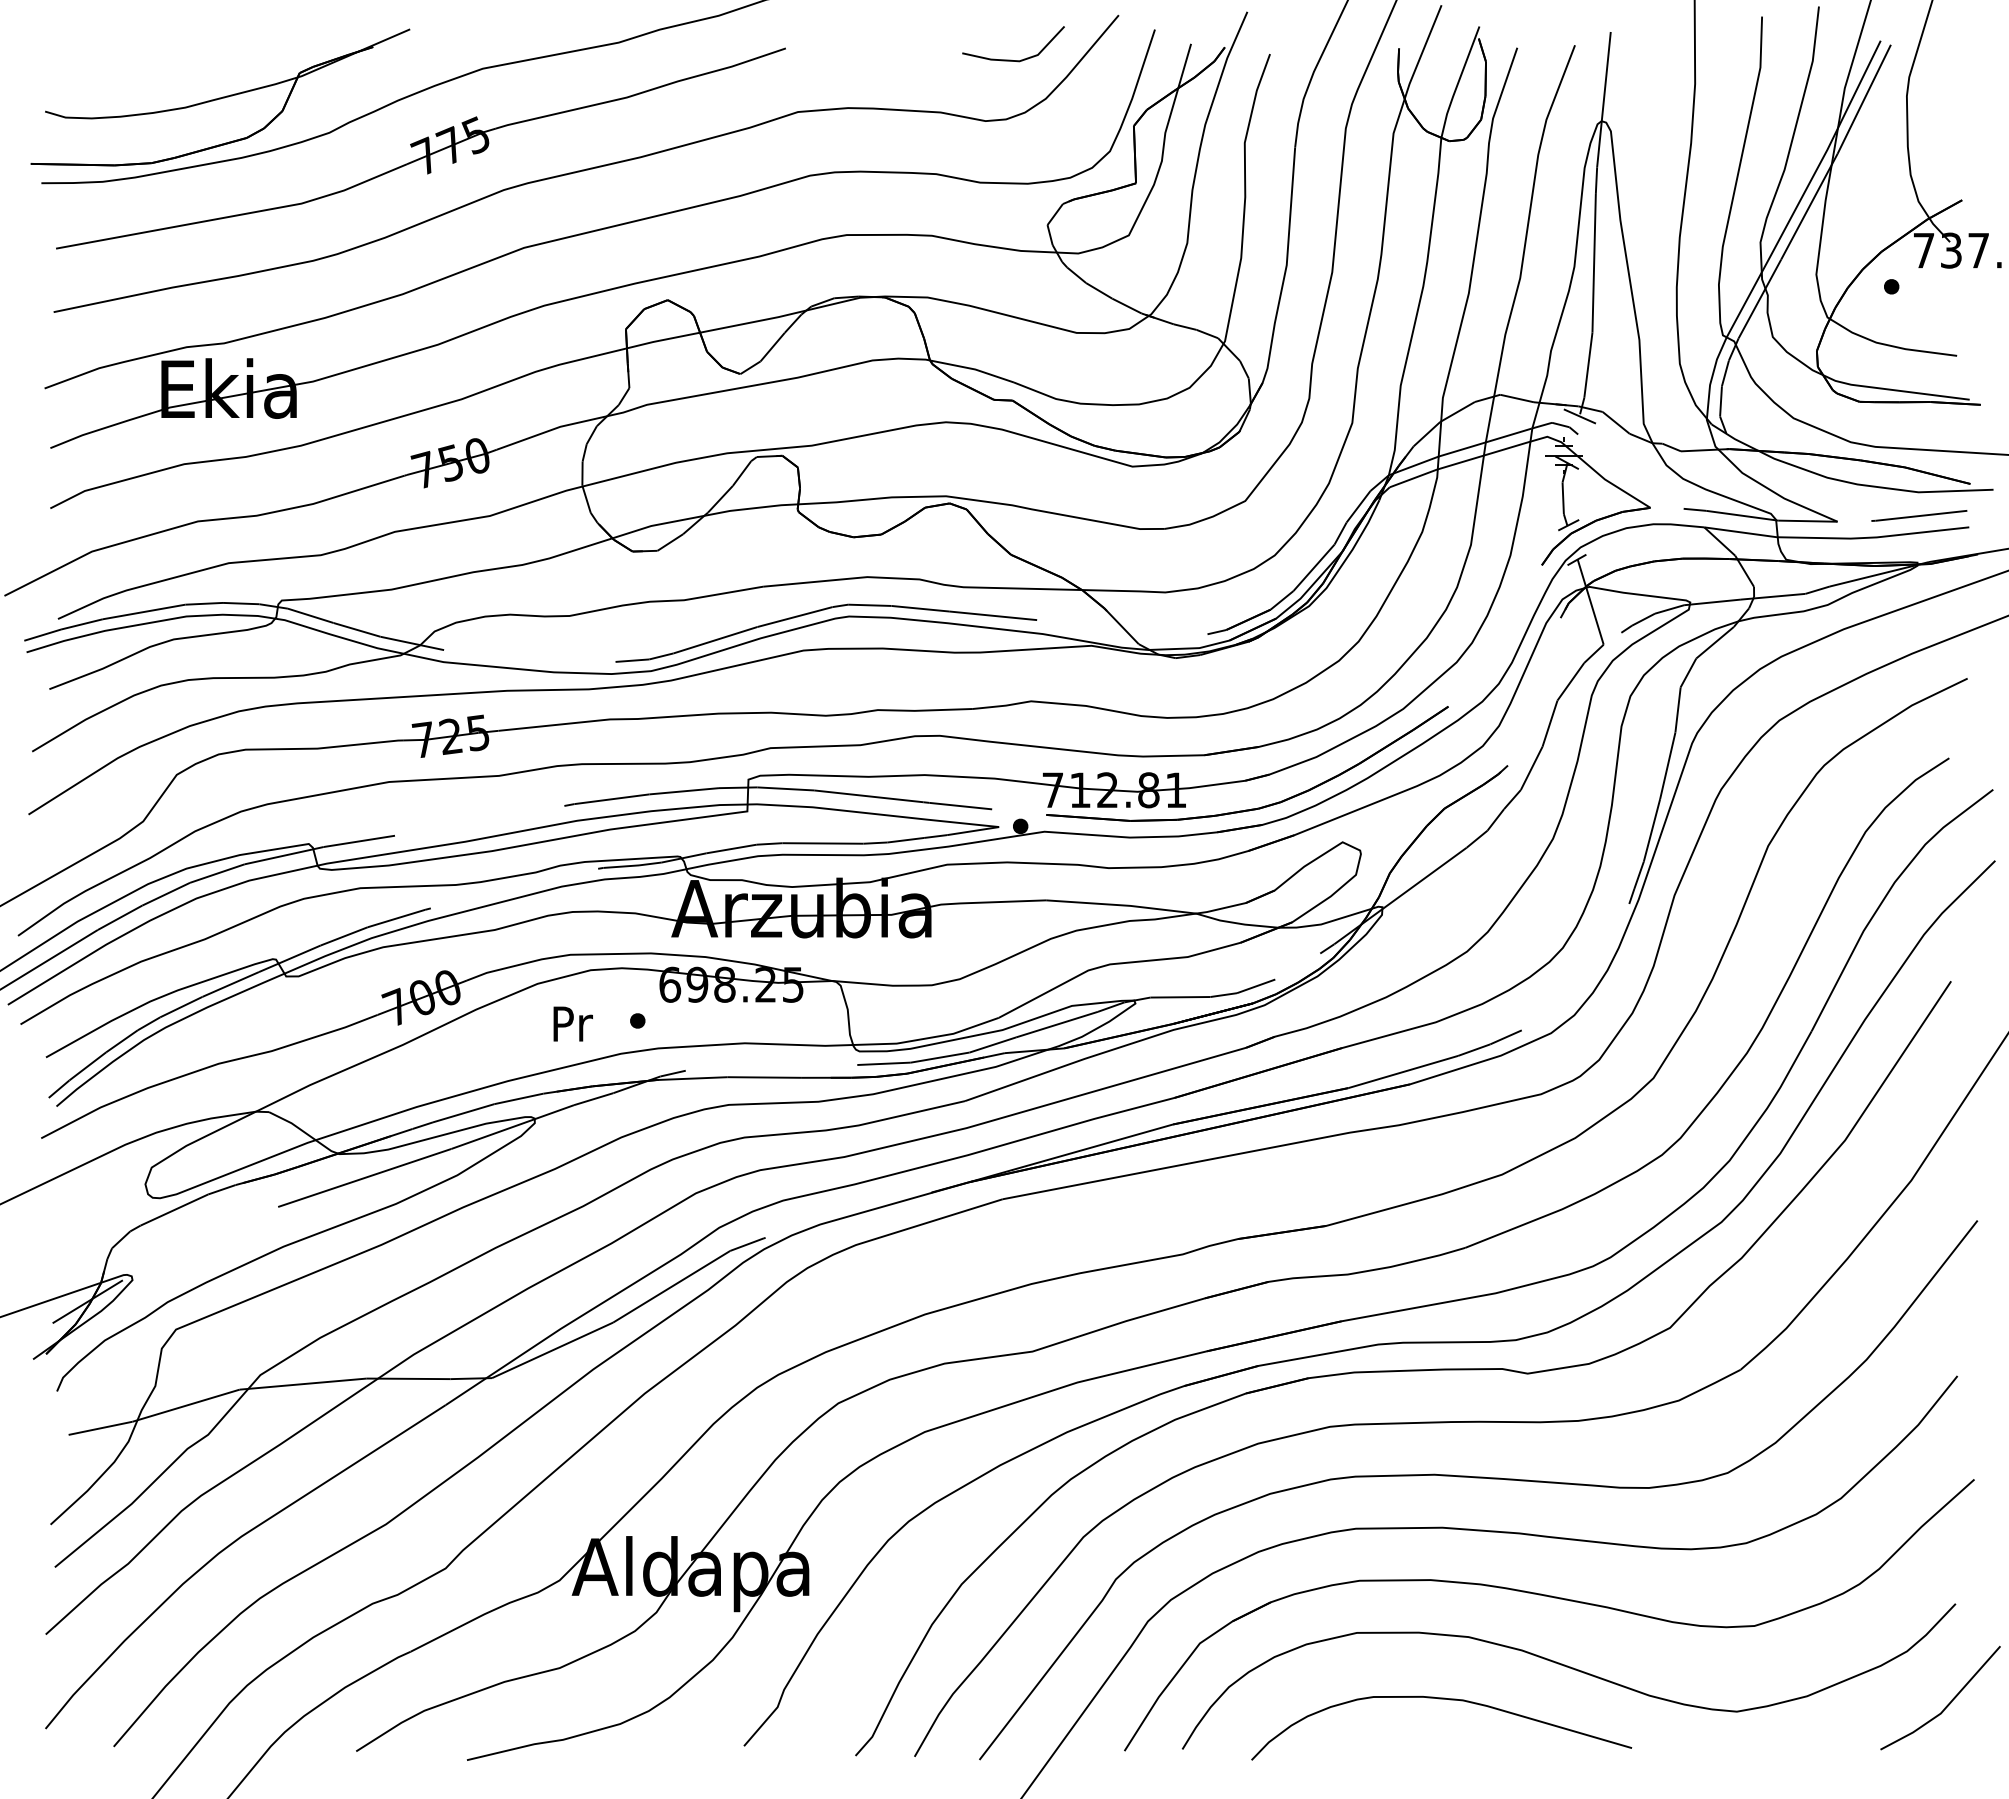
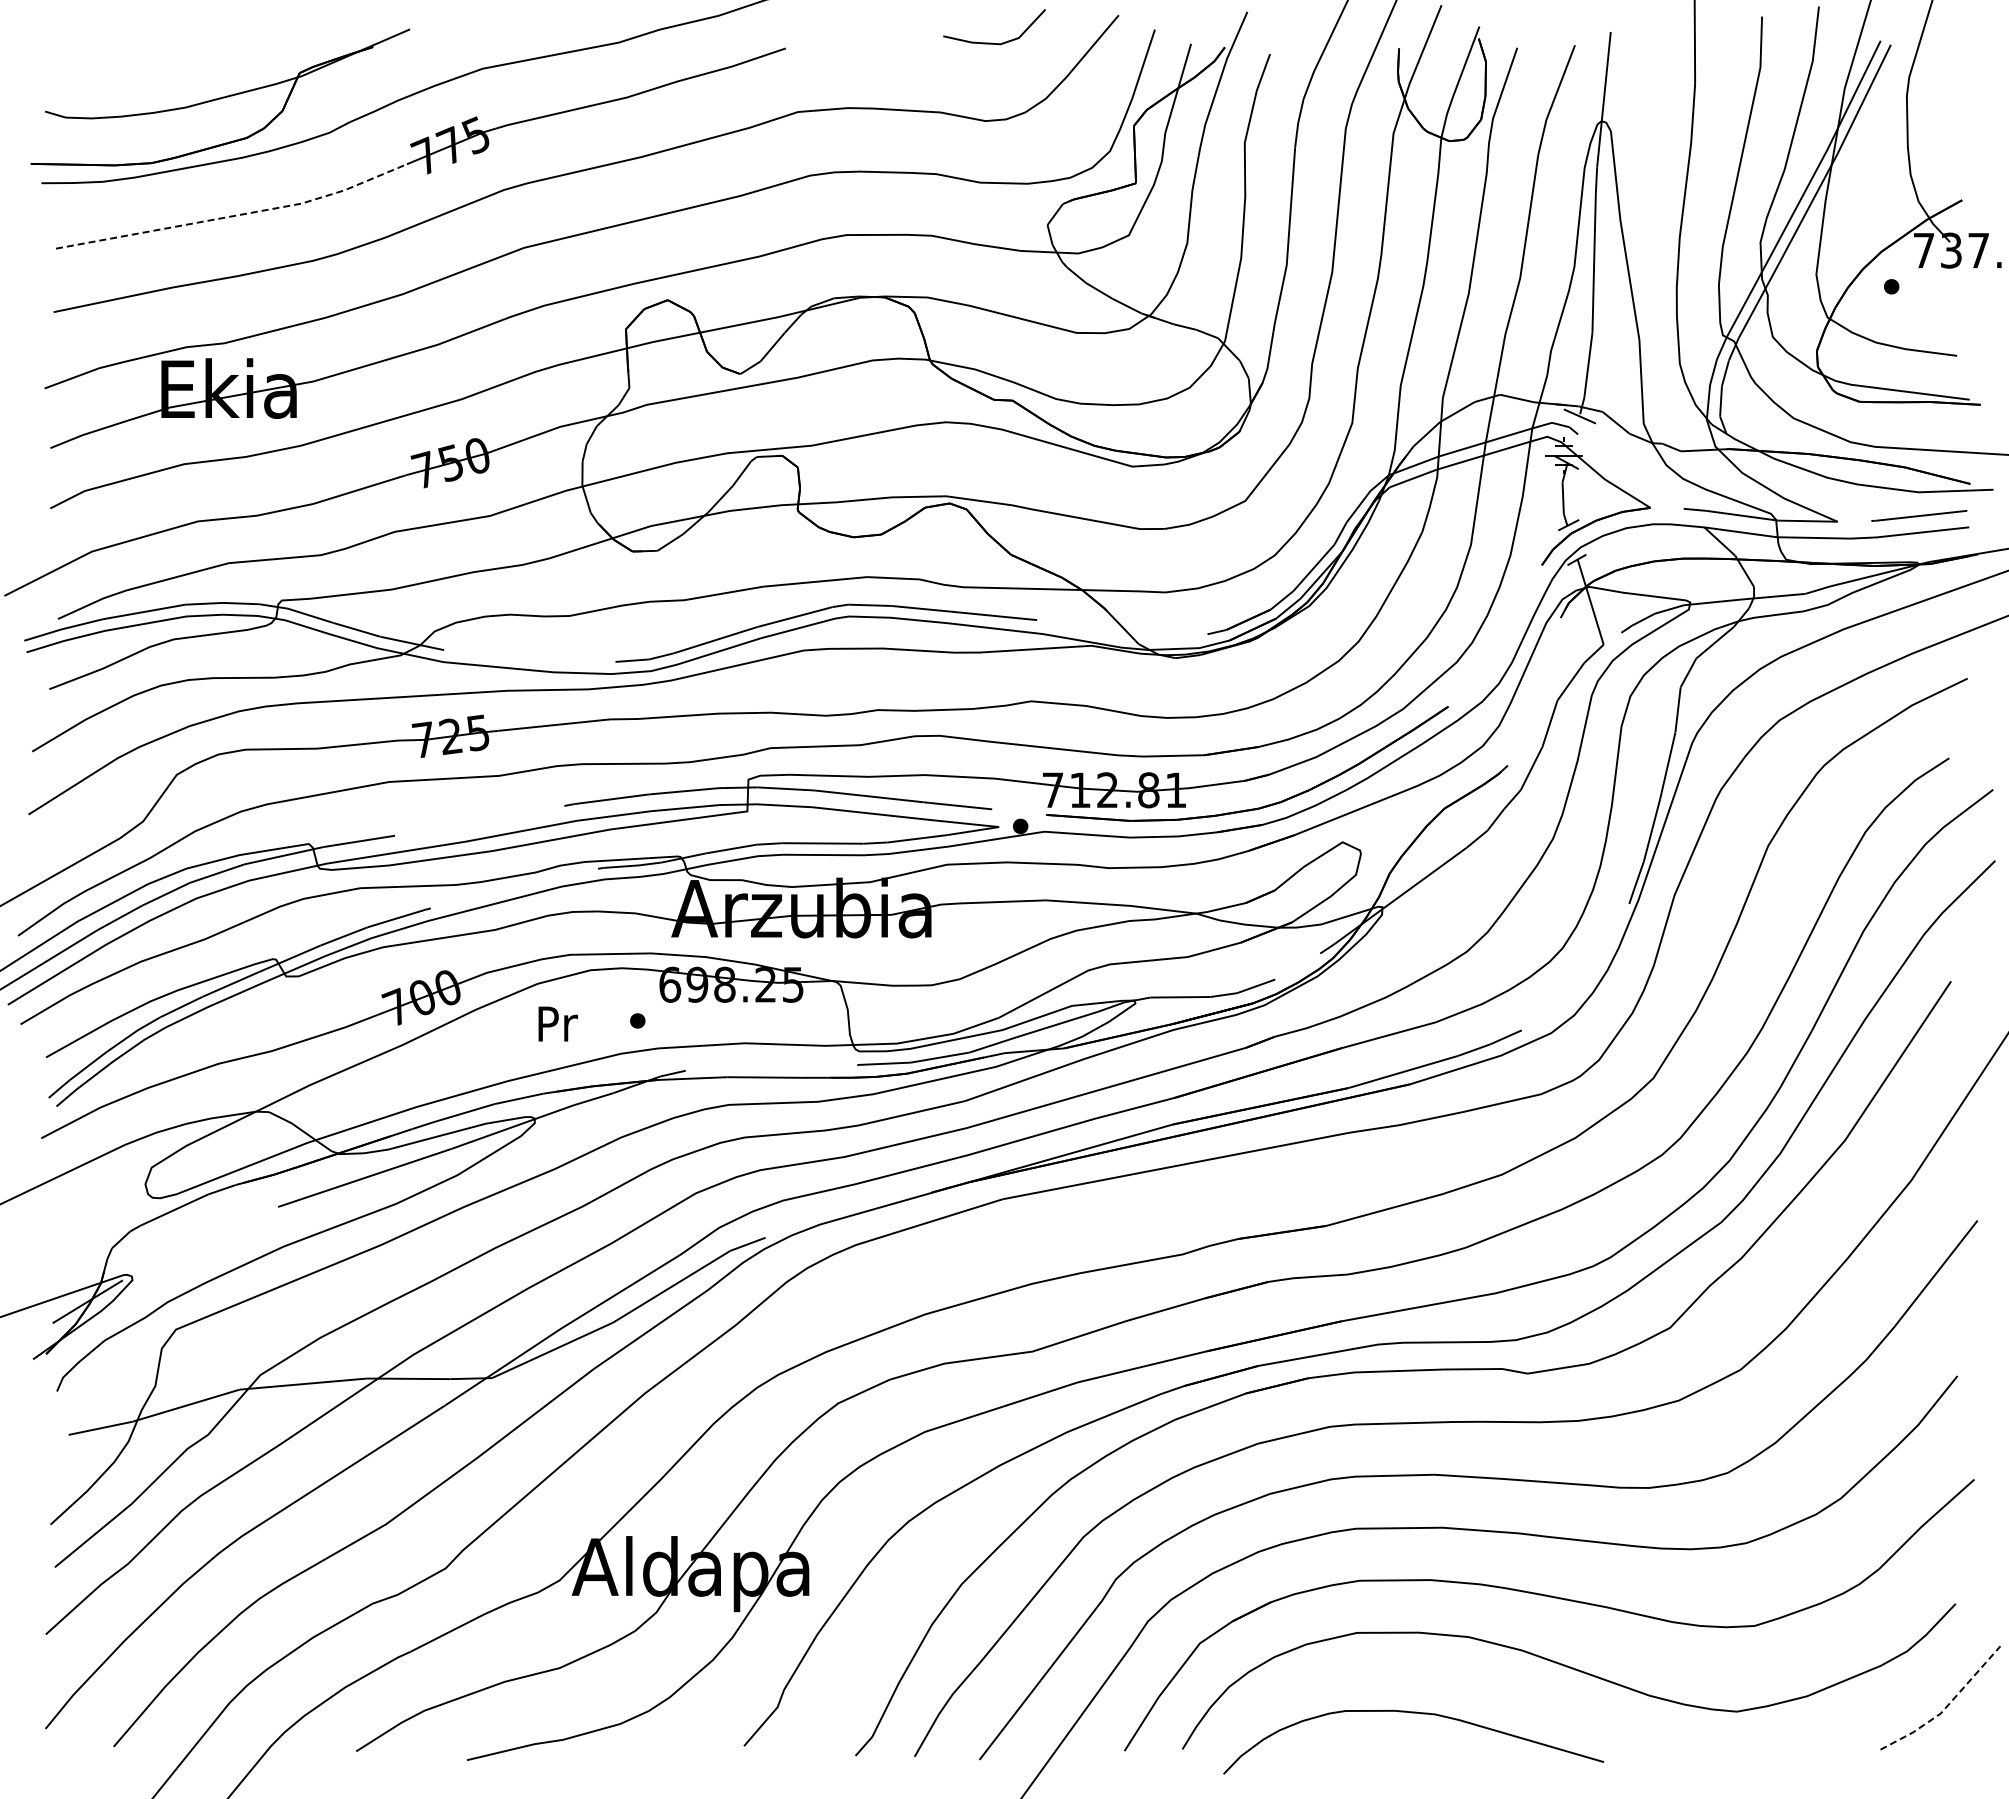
line at (1011, 59) position: (1011, 59) -> (992, 42)
line at (235, 215): solid -> dashed
text at (572, 1023) position: (572, 1023) -> (557, 1023)
curve at (1441, 1699) position: (1441, 1699) -> (1413, 1713)
line at (1946, 1706): solid -> dashed
